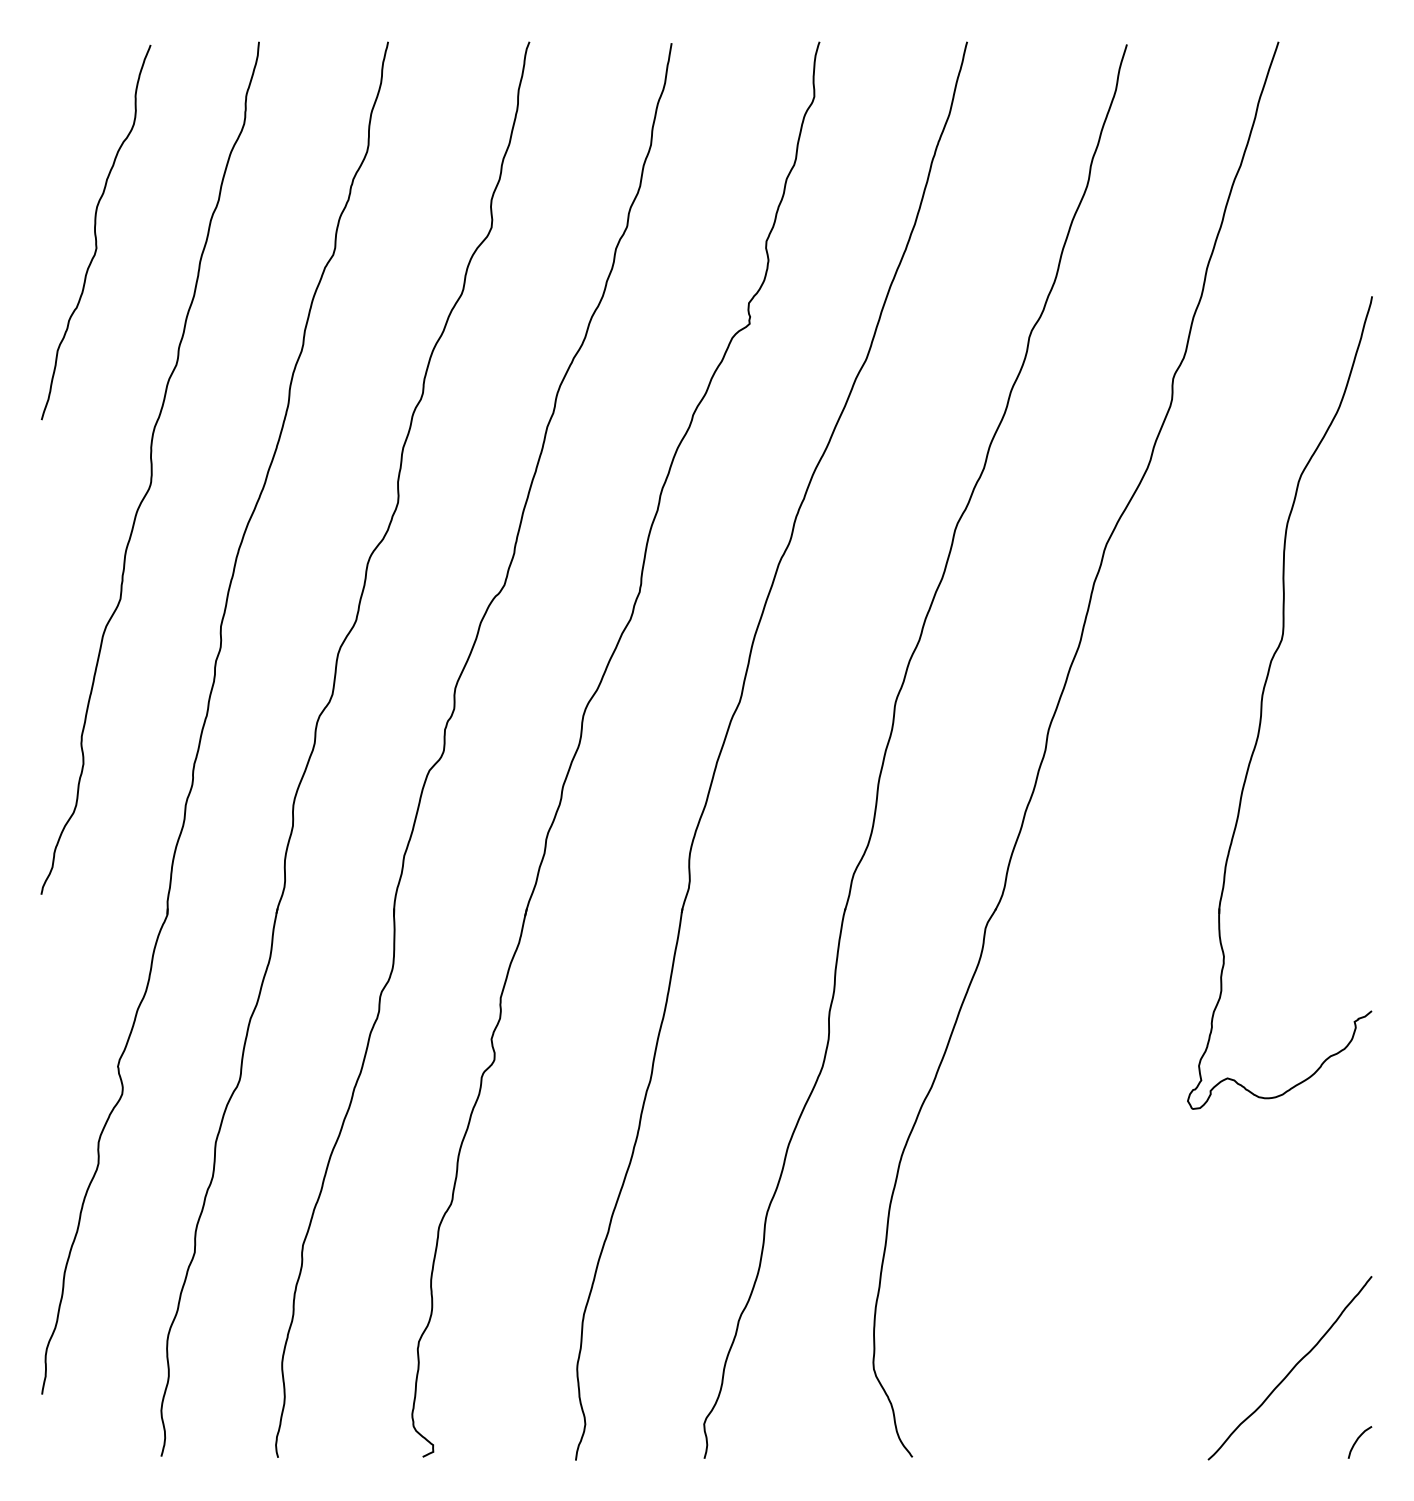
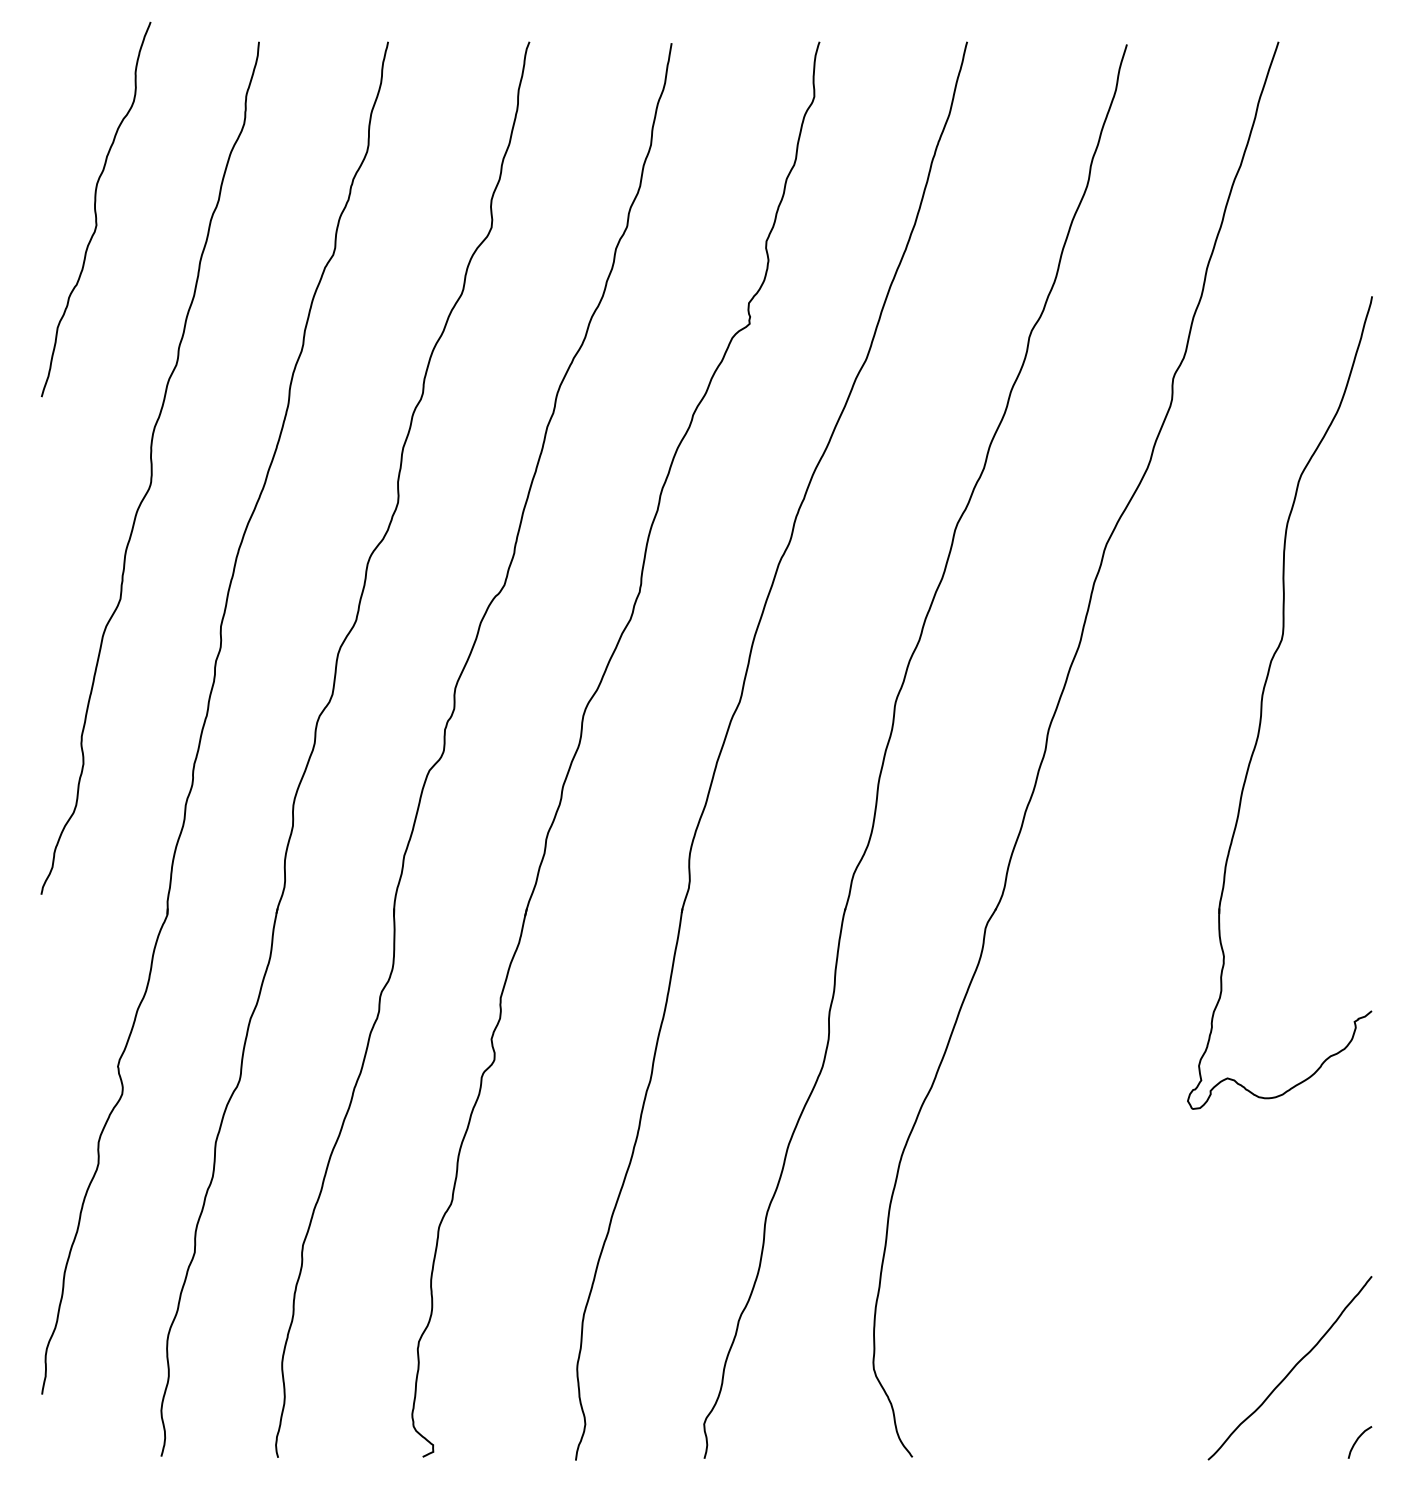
curve at (95, 232) position: (95, 232) -> (95, 209)
